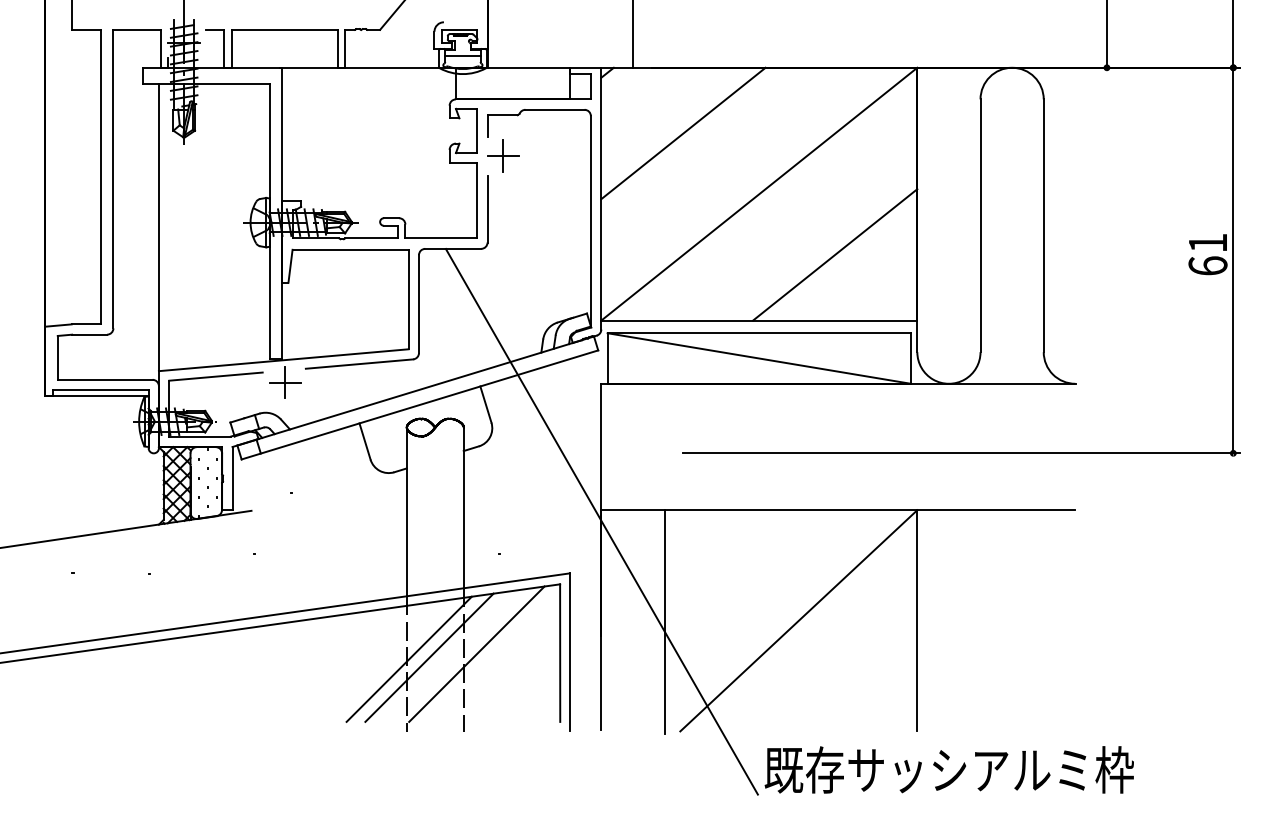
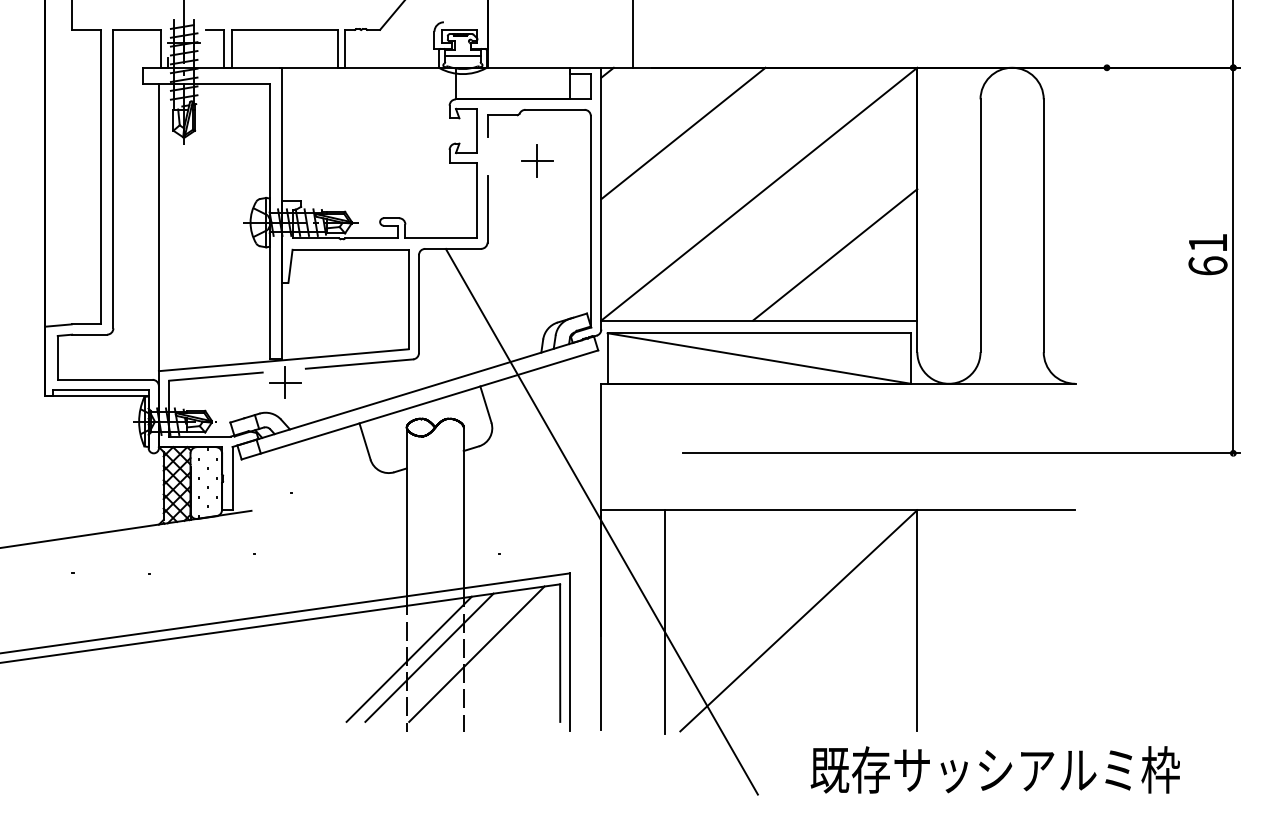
line at (1106, 34): present -> none
part at (503, 155) position: (503, 155) -> (537, 160)
text at (948, 769) position: (948, 769) -> (994, 769)
